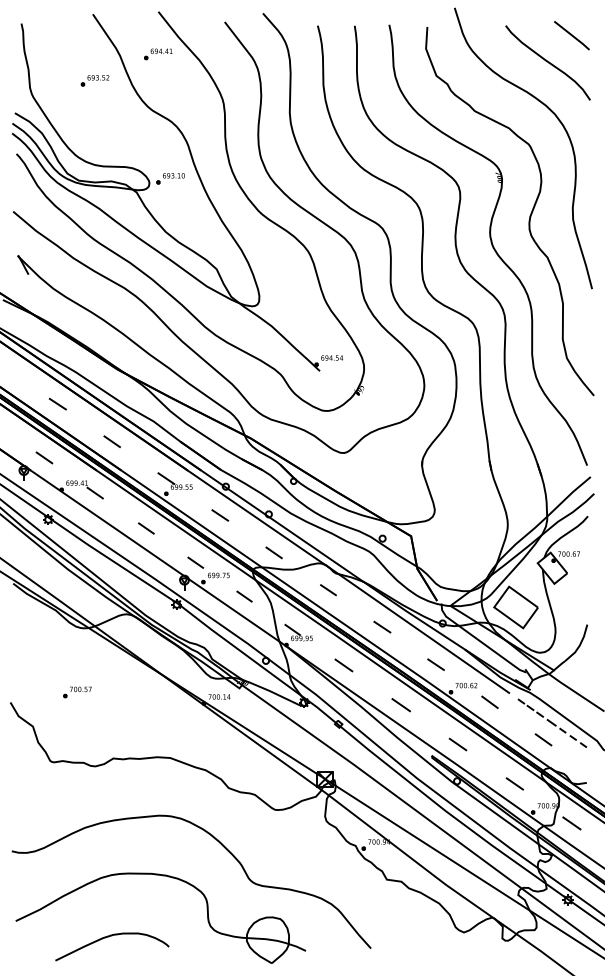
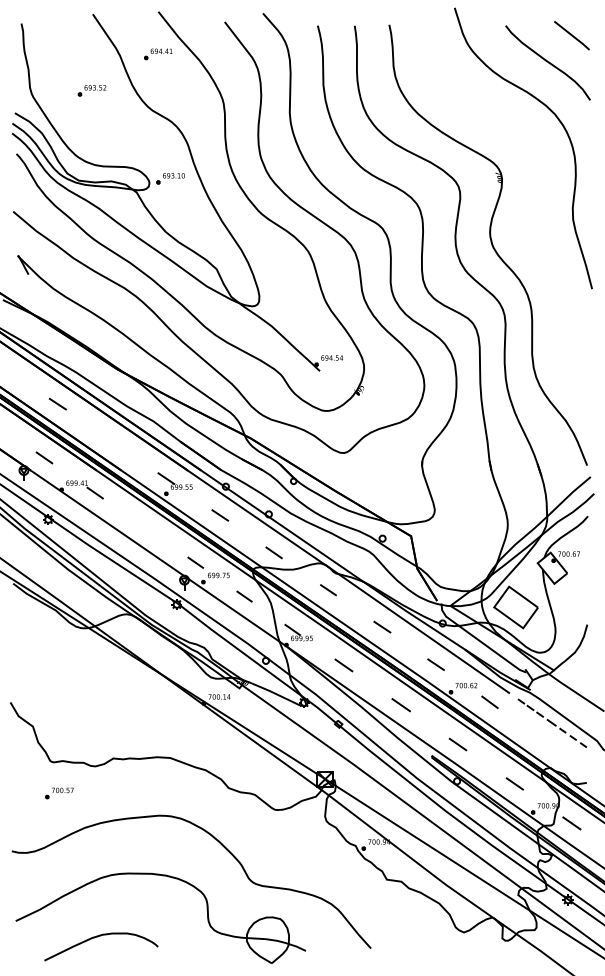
part at (94, 80) position: (94, 80) -> (91, 90)
curve at (529, 215): present -> none
line at (111, 441): present -> none
line at (146, 528): present -> none
part at (77, 692) position: (77, 692) -> (59, 793)
line at (543, 739): present -> none
curve at (108, 937) position: (108, 937) -> (97, 937)
